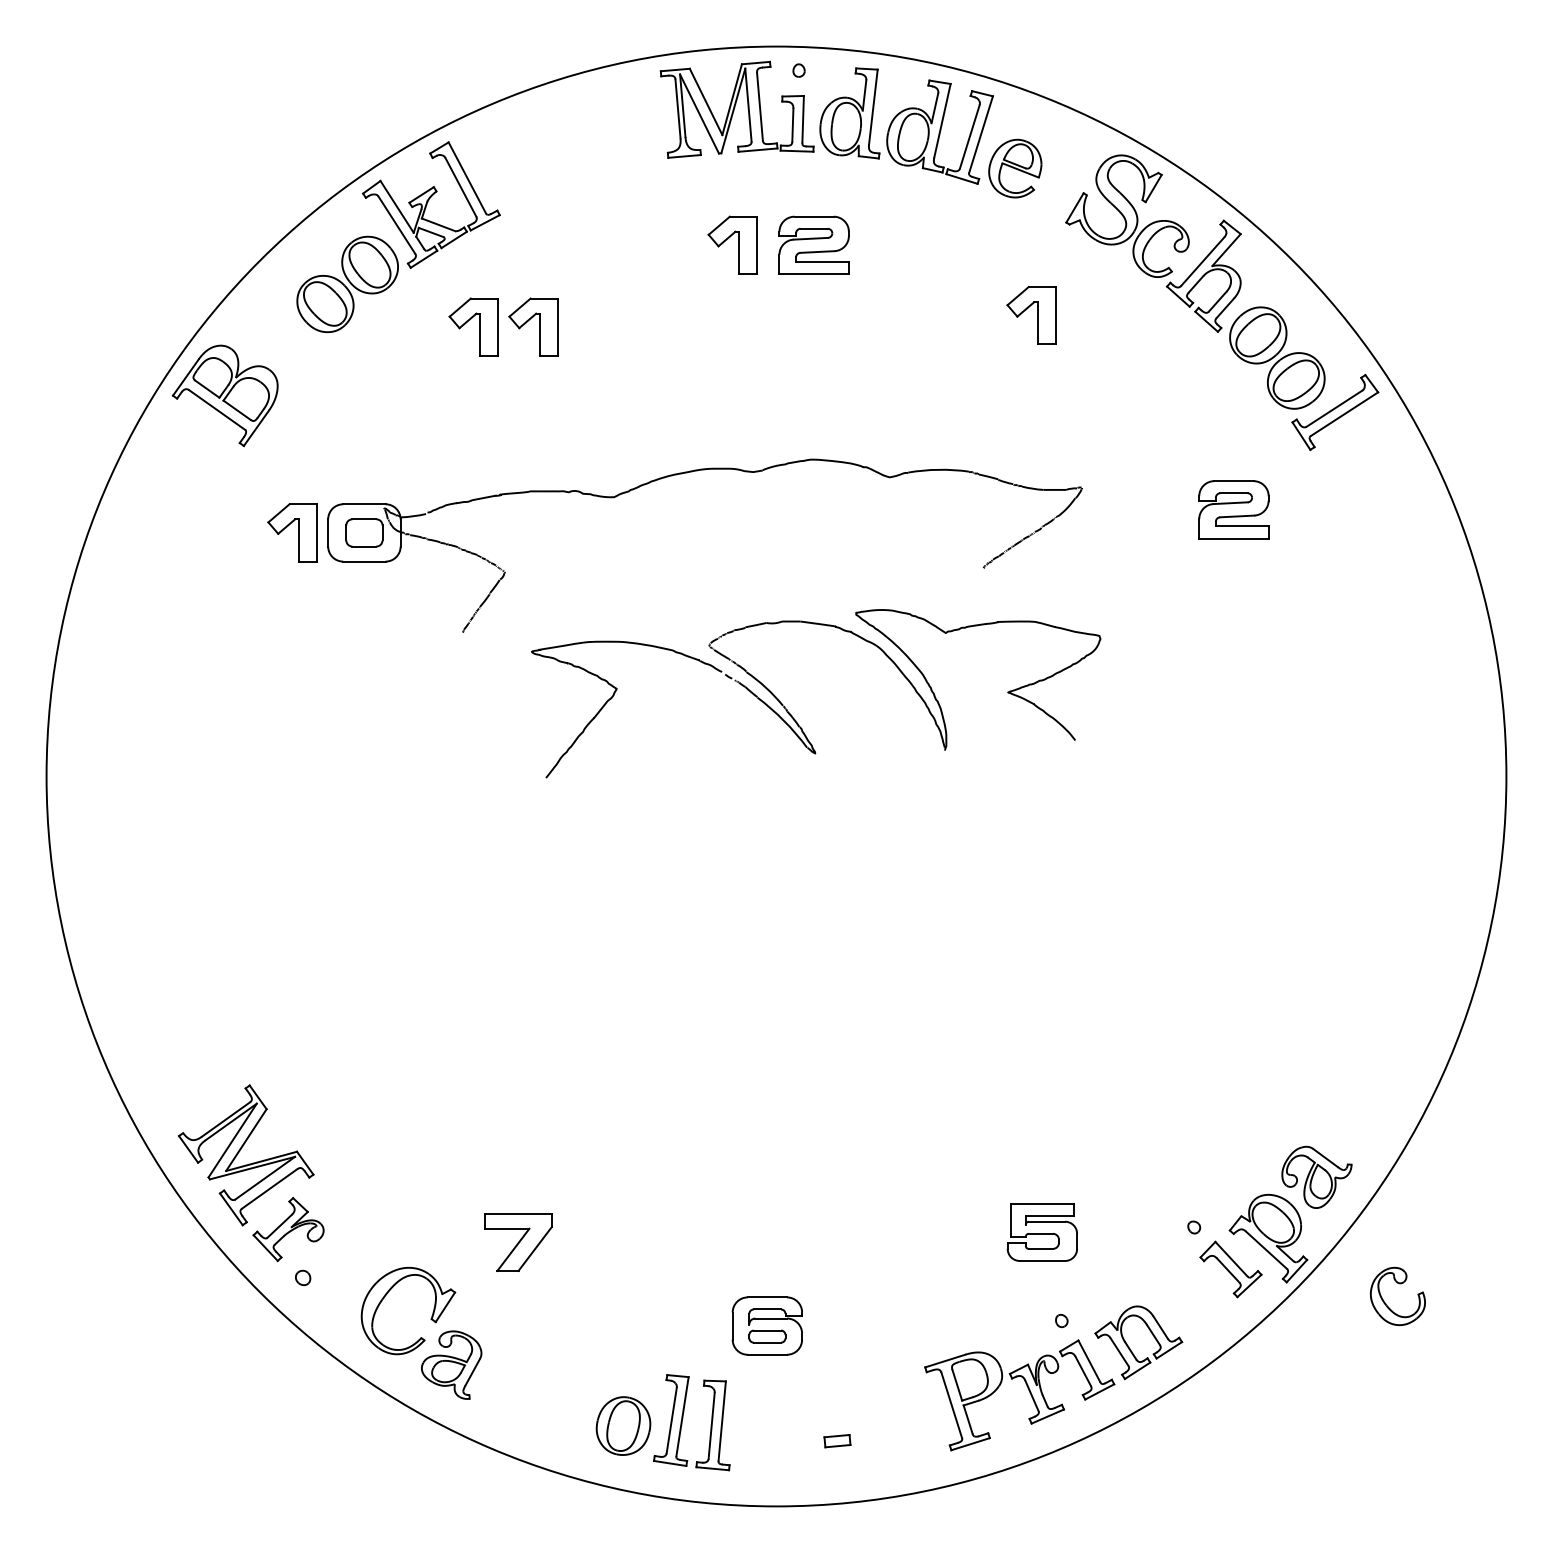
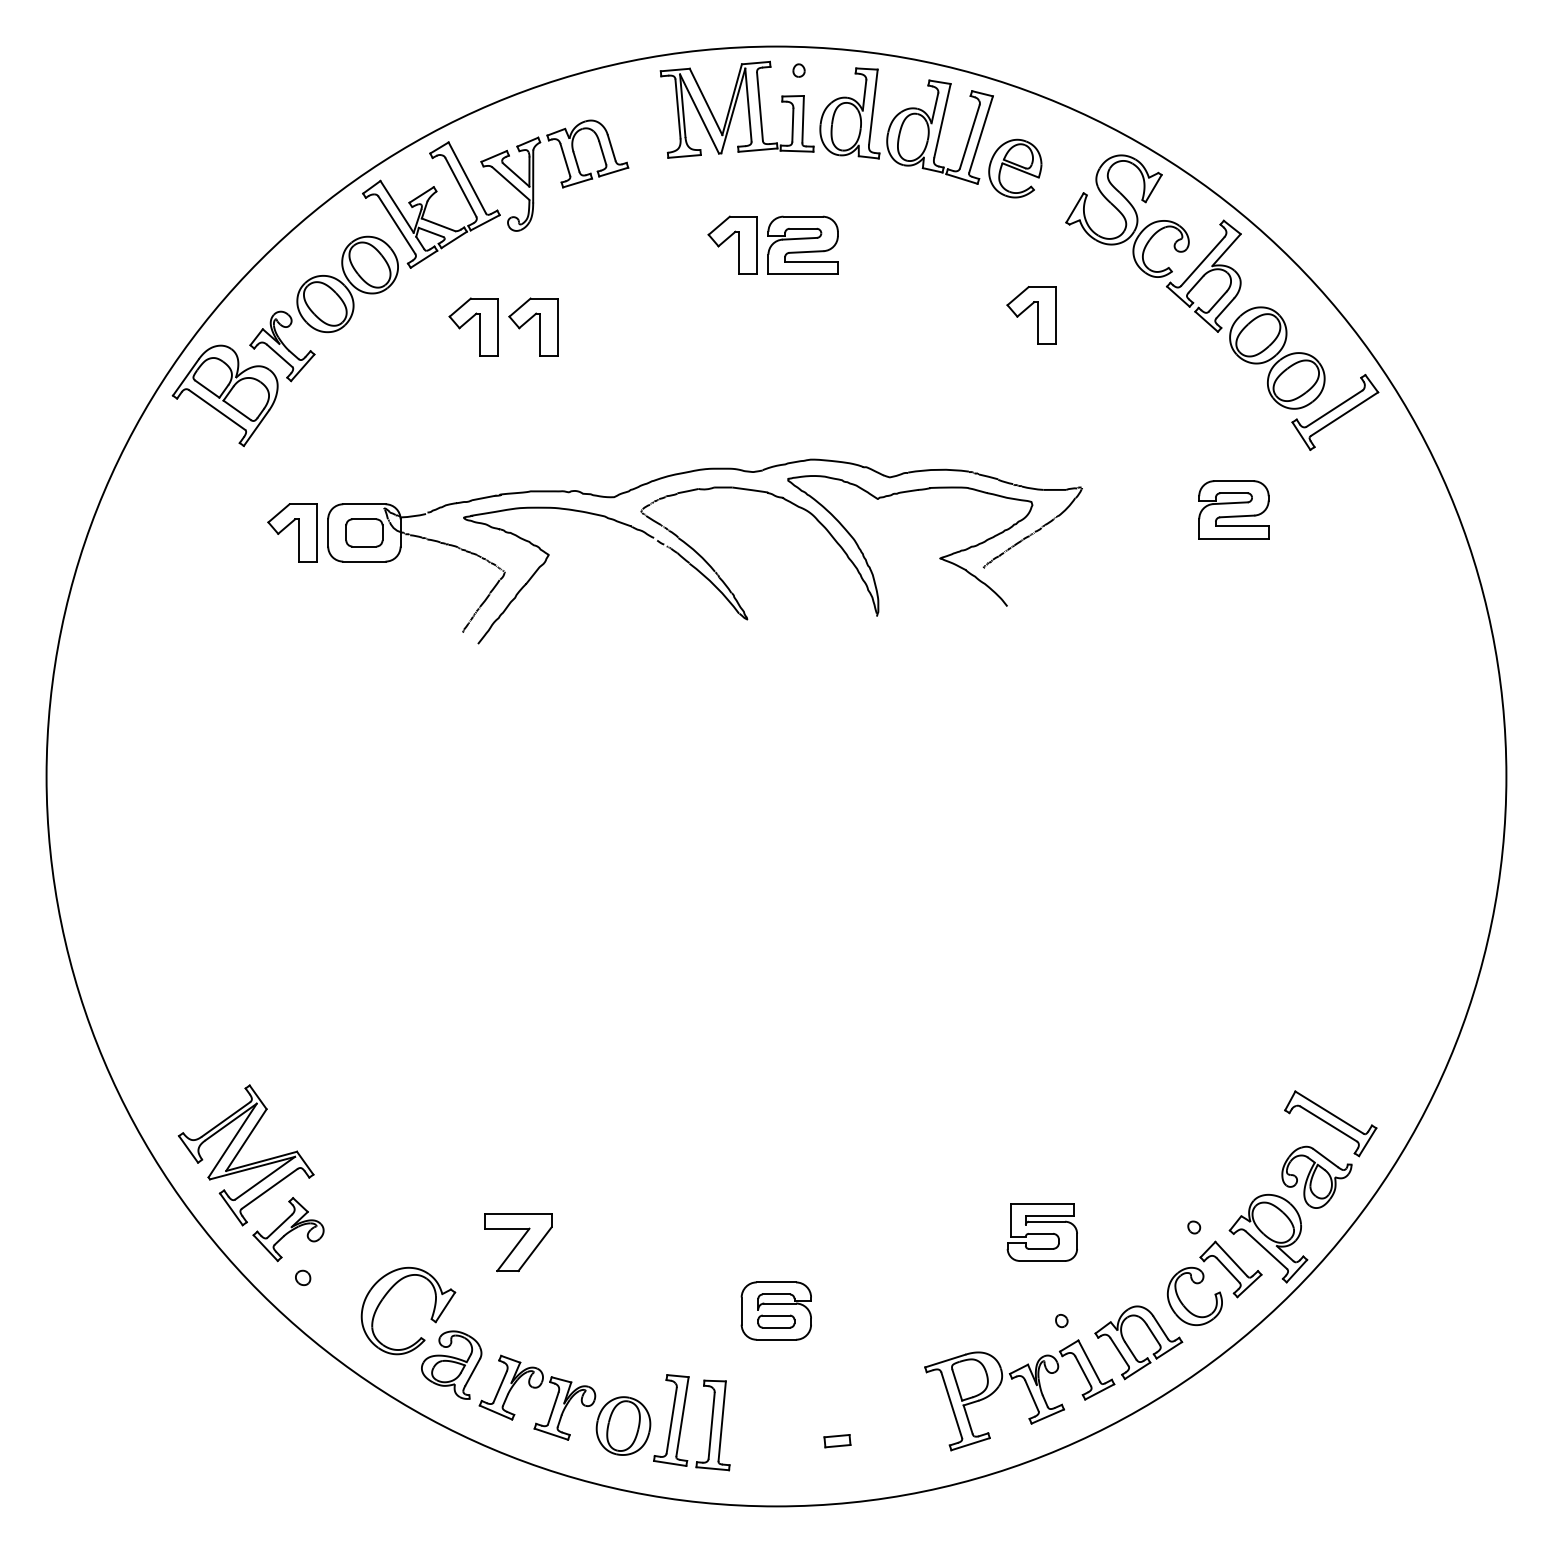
part at (560, 181): none -> present
part at (813, 244) position: (813, 244) -> (802, 244)
part at (282, 346): none -> present
part at (792, 715) position: (792, 715) -> (724, 581)
part at (1330, 1123): none -> present
part at (1399, 1284) position: (1399, 1284) -> (1196, 1284)
part at (766, 1325) position: (766, 1325) -> (775, 1310)
part at (537, 1388): none -> present
